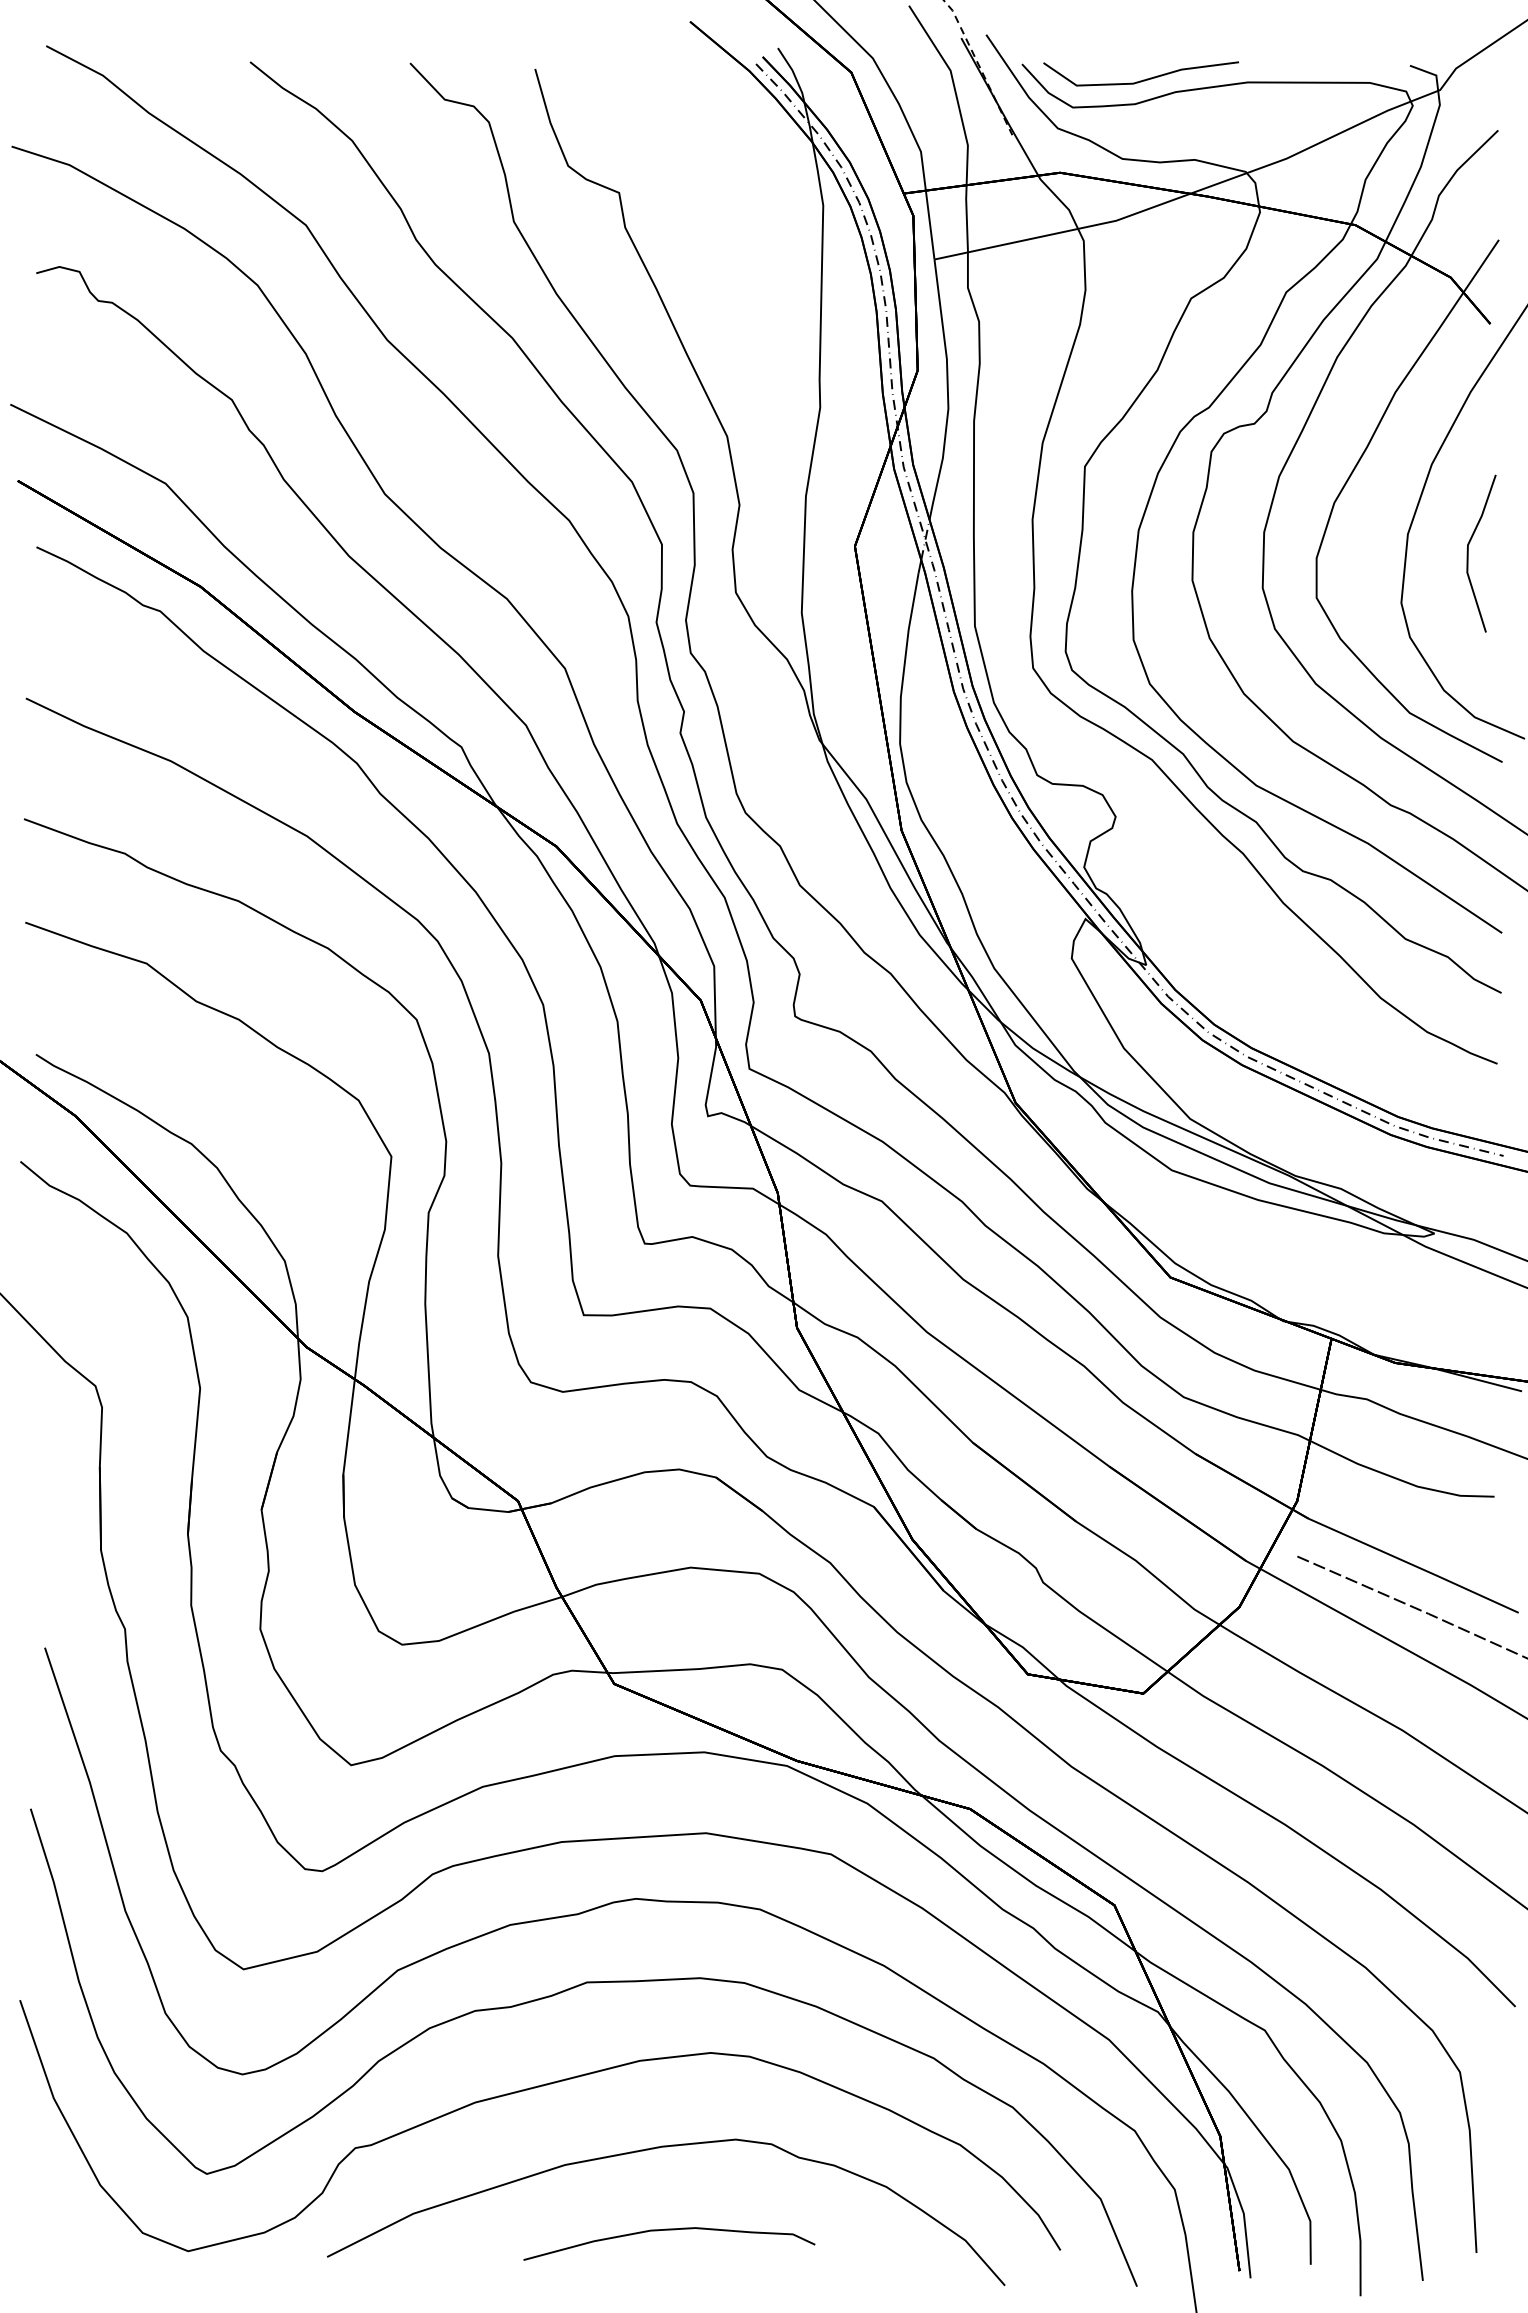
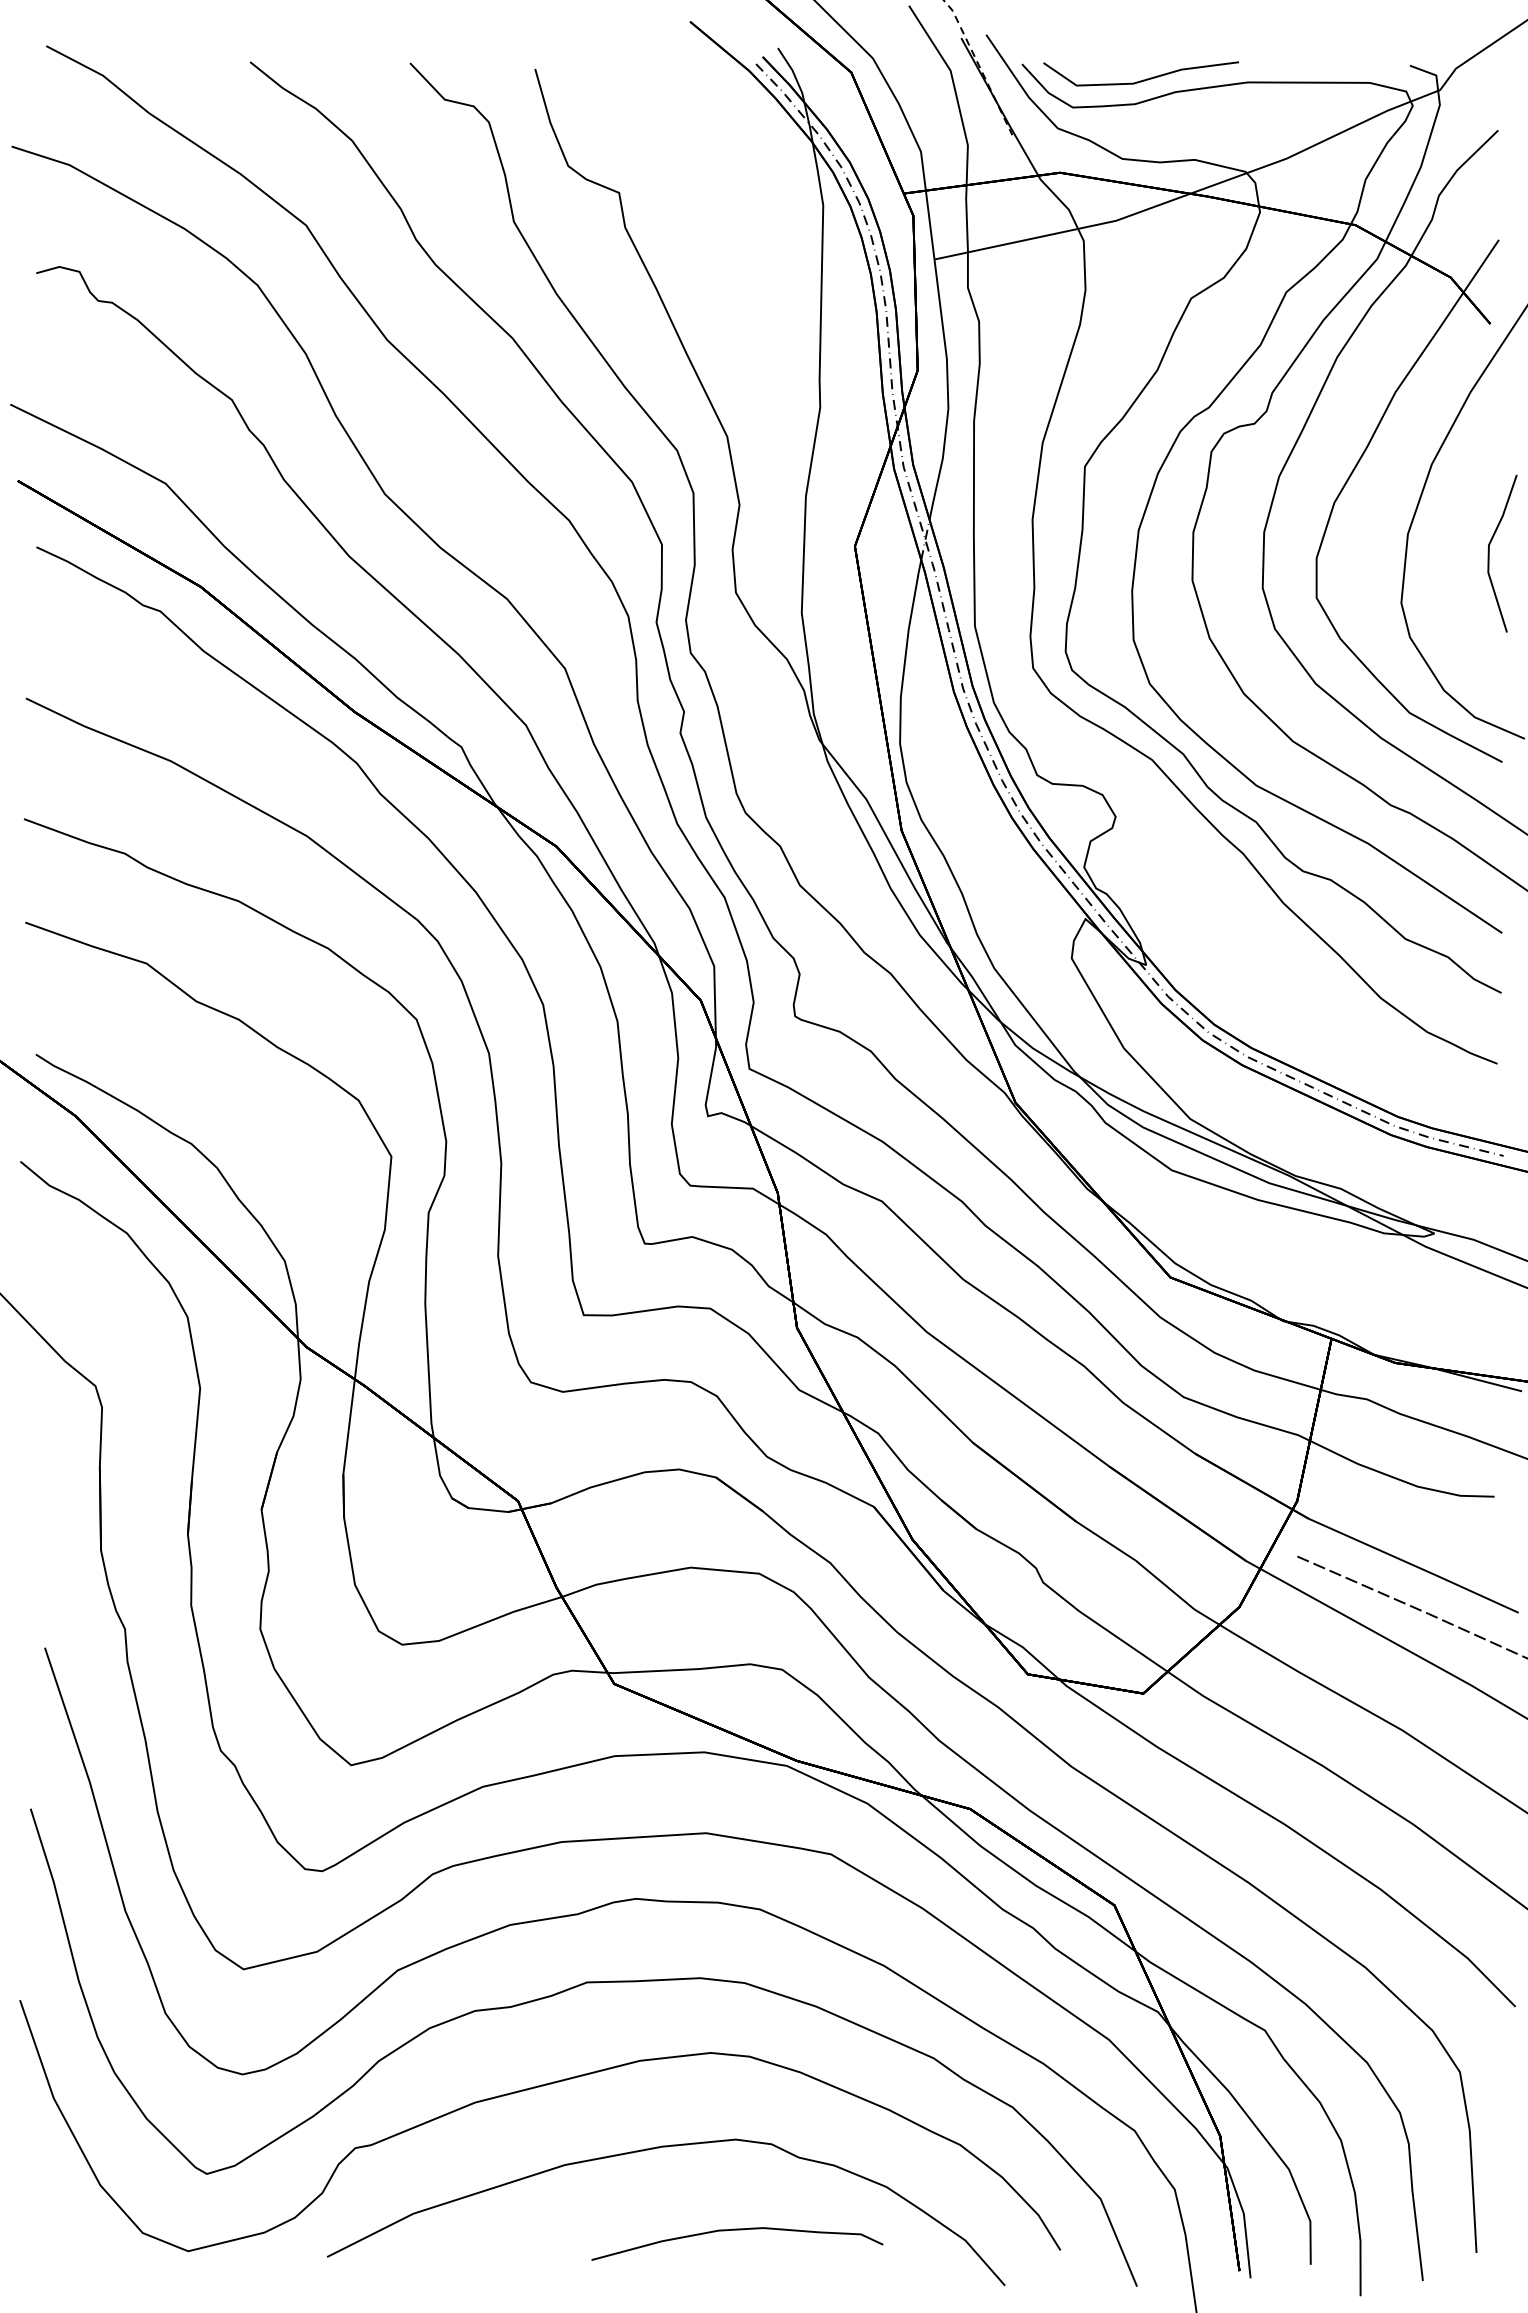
line at (1468, 553) position: (1468, 553) -> (1489, 553)
curve at (669, 2230) position: (669, 2230) -> (737, 2230)
